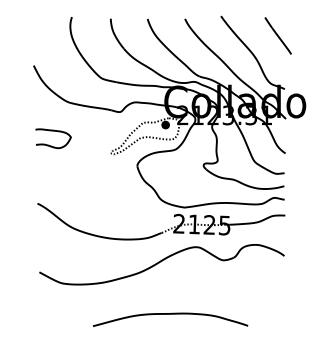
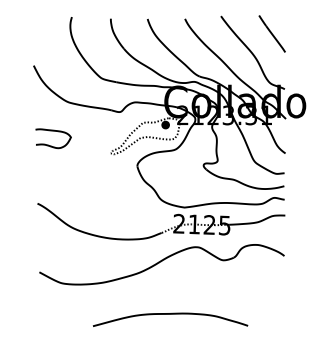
line at (277, 35) position: (277, 35) -> (271, 33)
